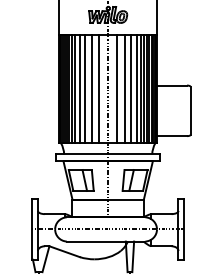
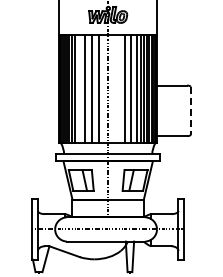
line at (79, 88): present -> none
line at (117, 88): present -> none
line at (190, 110): solid -> dashed
